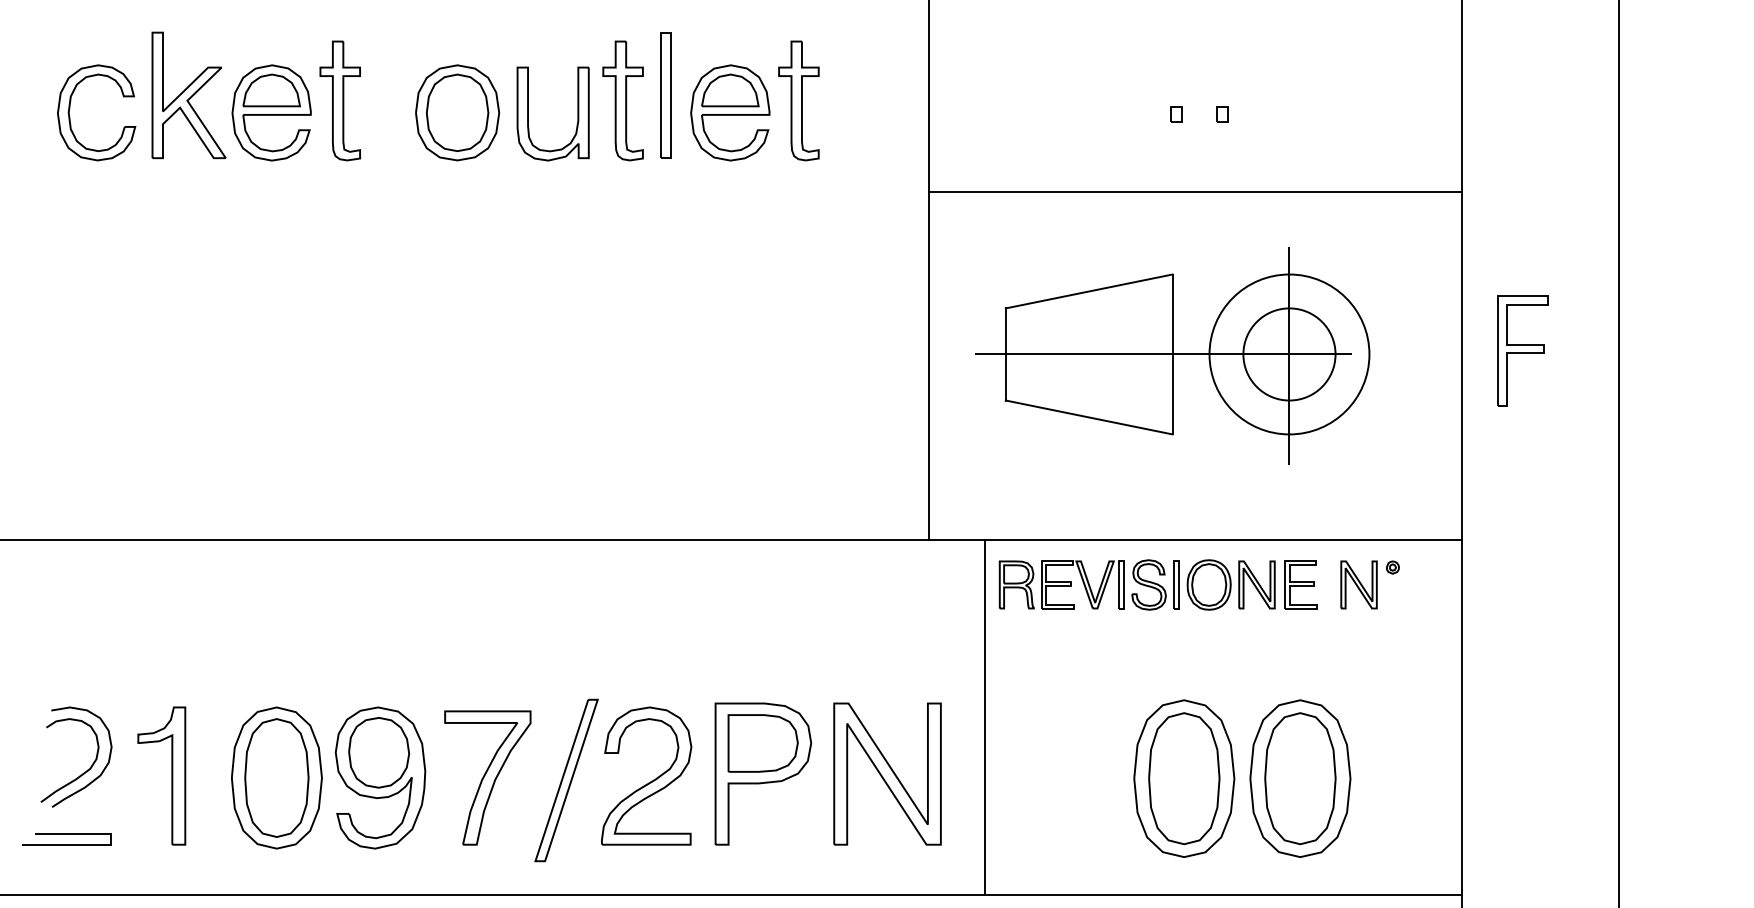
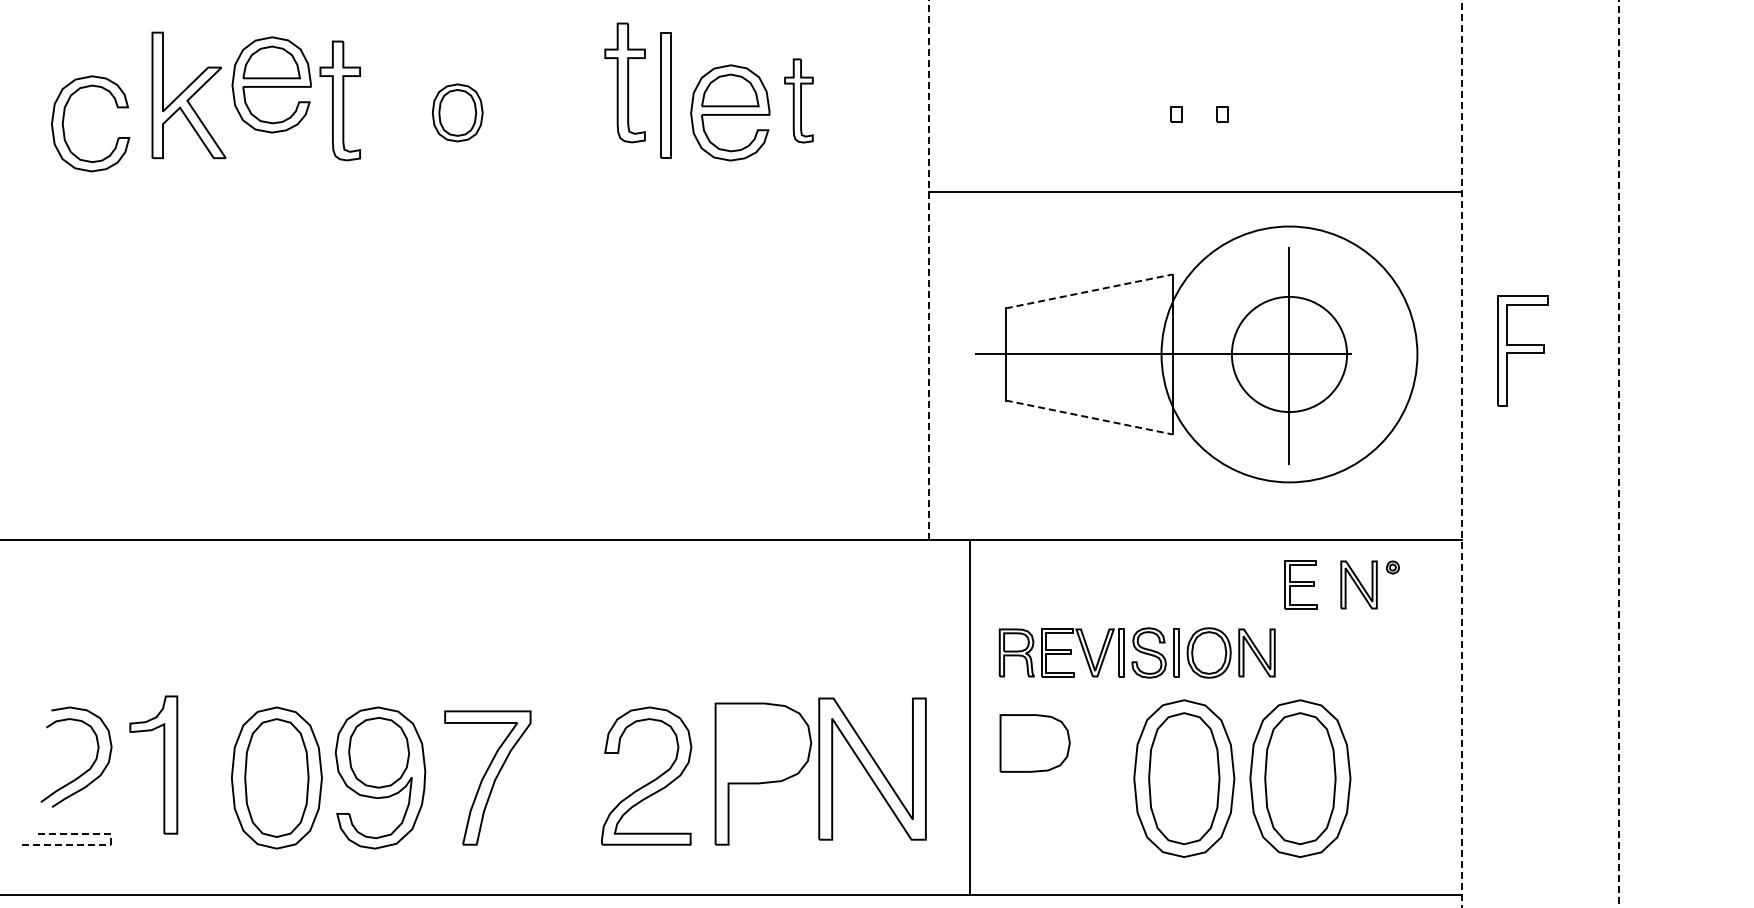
part at (622, 100) position: (622, 100) -> (624, 82)
part at (798, 100) size: 42x122 px -> 30x86 px
part at (70, 108) position: (70, 108) -> (64, 119)
part at (271, 112) position: (271, 112) -> (271, 84)
part at (457, 112) size: 86x98 px -> 52x60 px
part at (528, 113): present -> none
line at (928, 270): solid -> dashed
line at (1089, 291): solid -> dashed
circle at (1289, 354) diameter: 160 px -> 256 px
circle at (1289, 354) diameter: 92 px -> 115 px
line at (1089, 417): solid -> dashed
line at (1619, 453): solid -> dashed
line at (1462, 454): solid -> dashed
part at (1136, 584) position: (1136, 584) -> (1136, 652)
line at (985, 717) position: (985, 717) -> (970, 717)
part at (762, 743) position: (762, 743) -> (1034, 743)
part at (887, 773) position: (887, 773) -> (872, 768)
part at (171, 775) position: (171, 775) -> (163, 764)
part at (566, 780): present -> none
line at (110, 844): solid -> dashed
